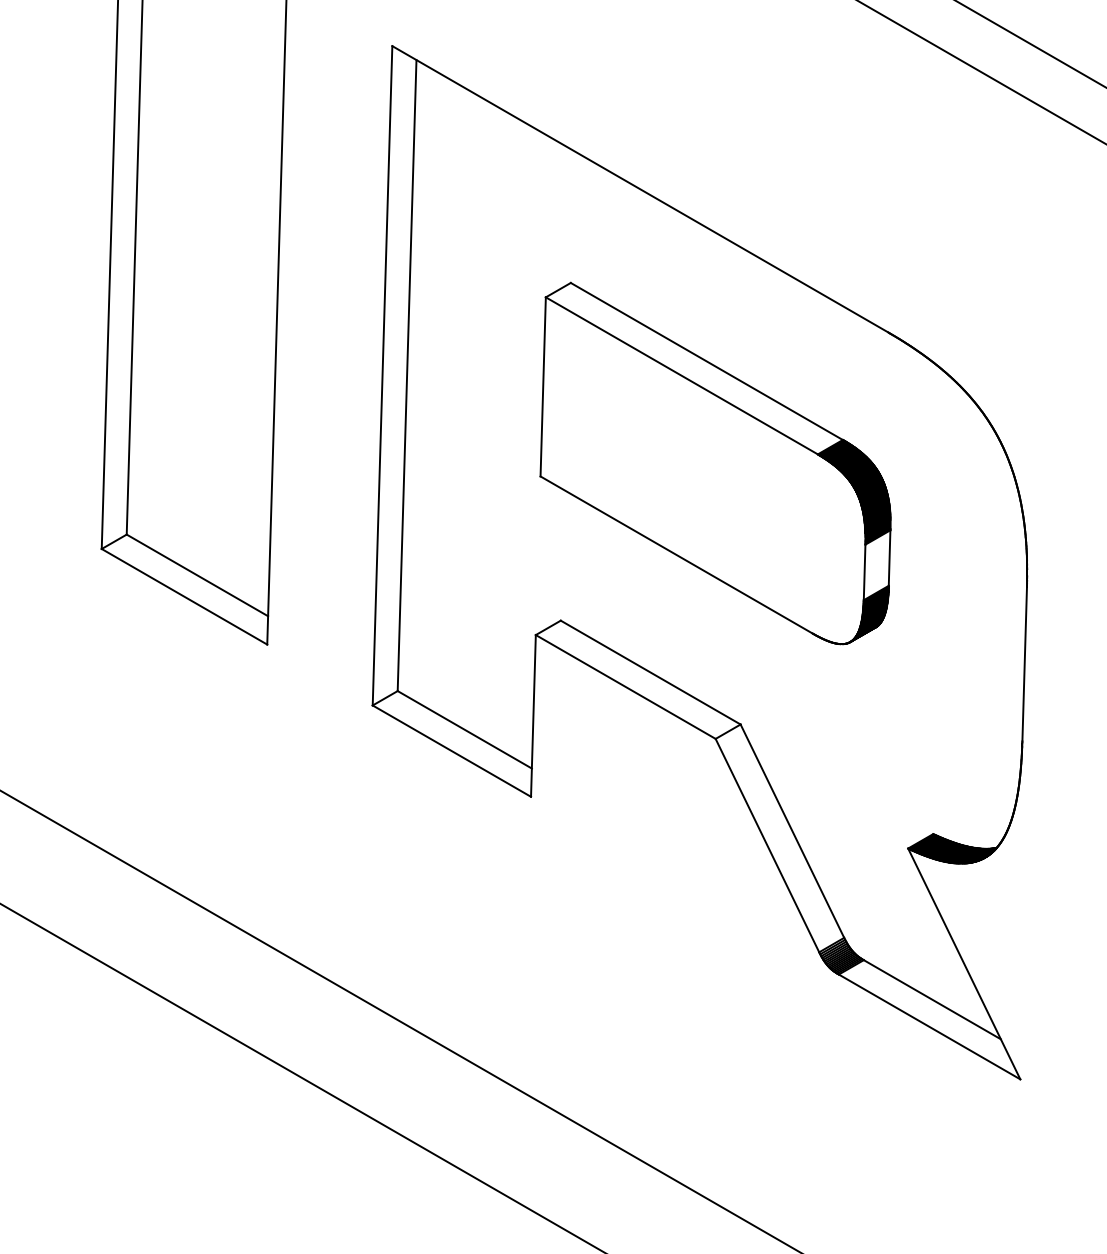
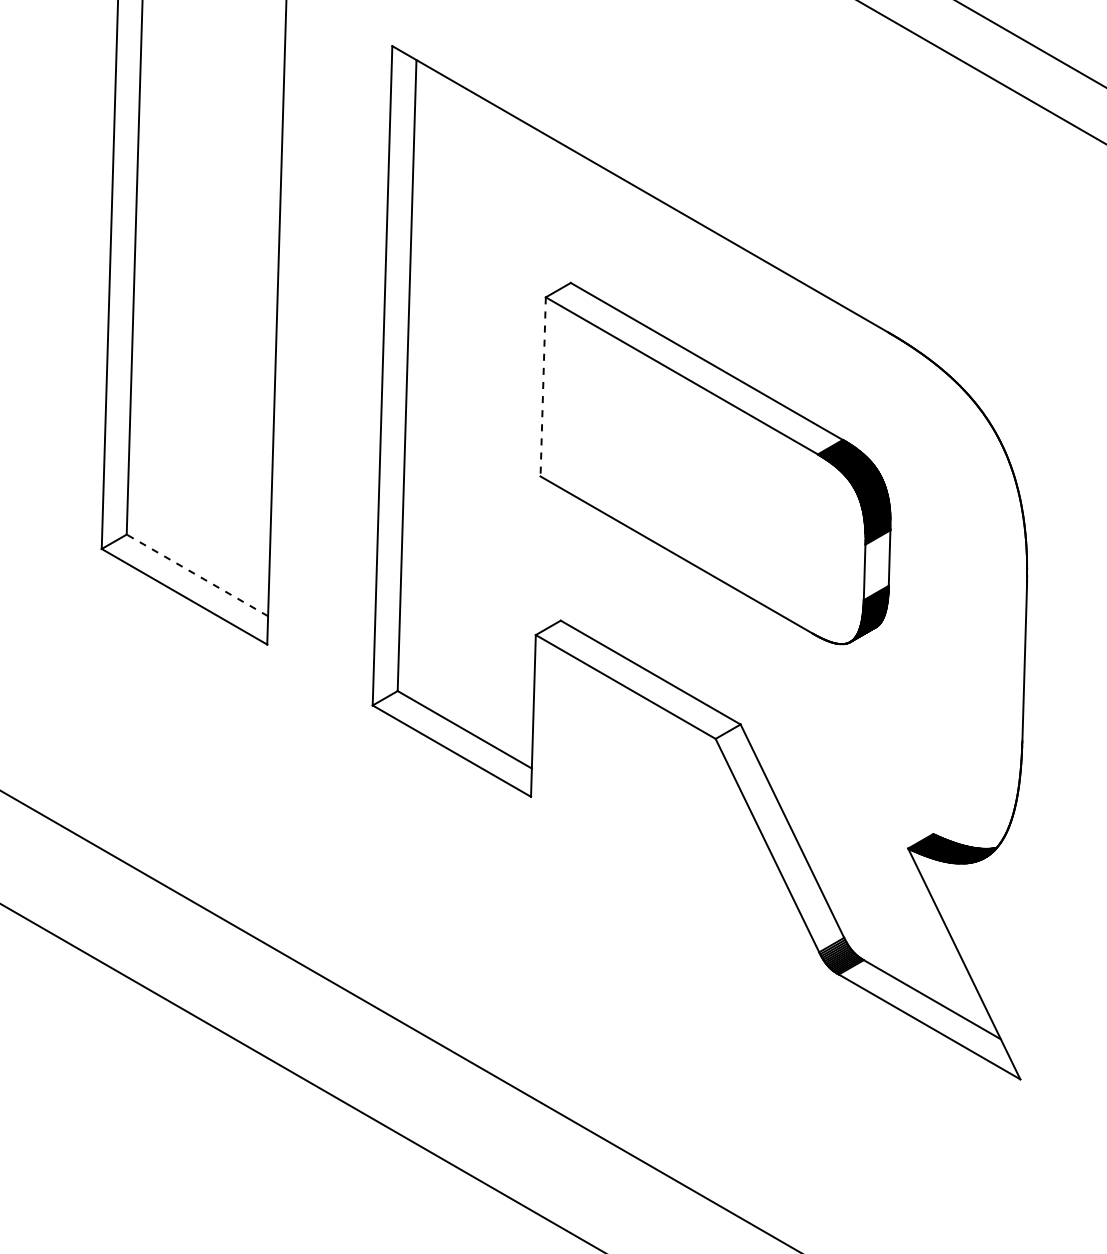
line at (543, 386): solid -> dashed
line at (197, 575): solid -> dashed
